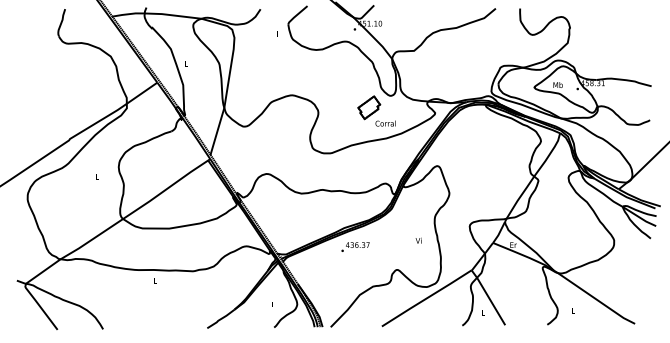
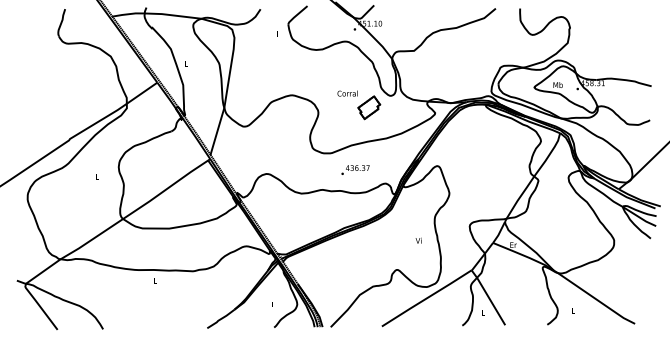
text at (385, 123) position: (385, 123) -> (347, 93)
text at (355, 246) position: (355, 246) -> (355, 169)
